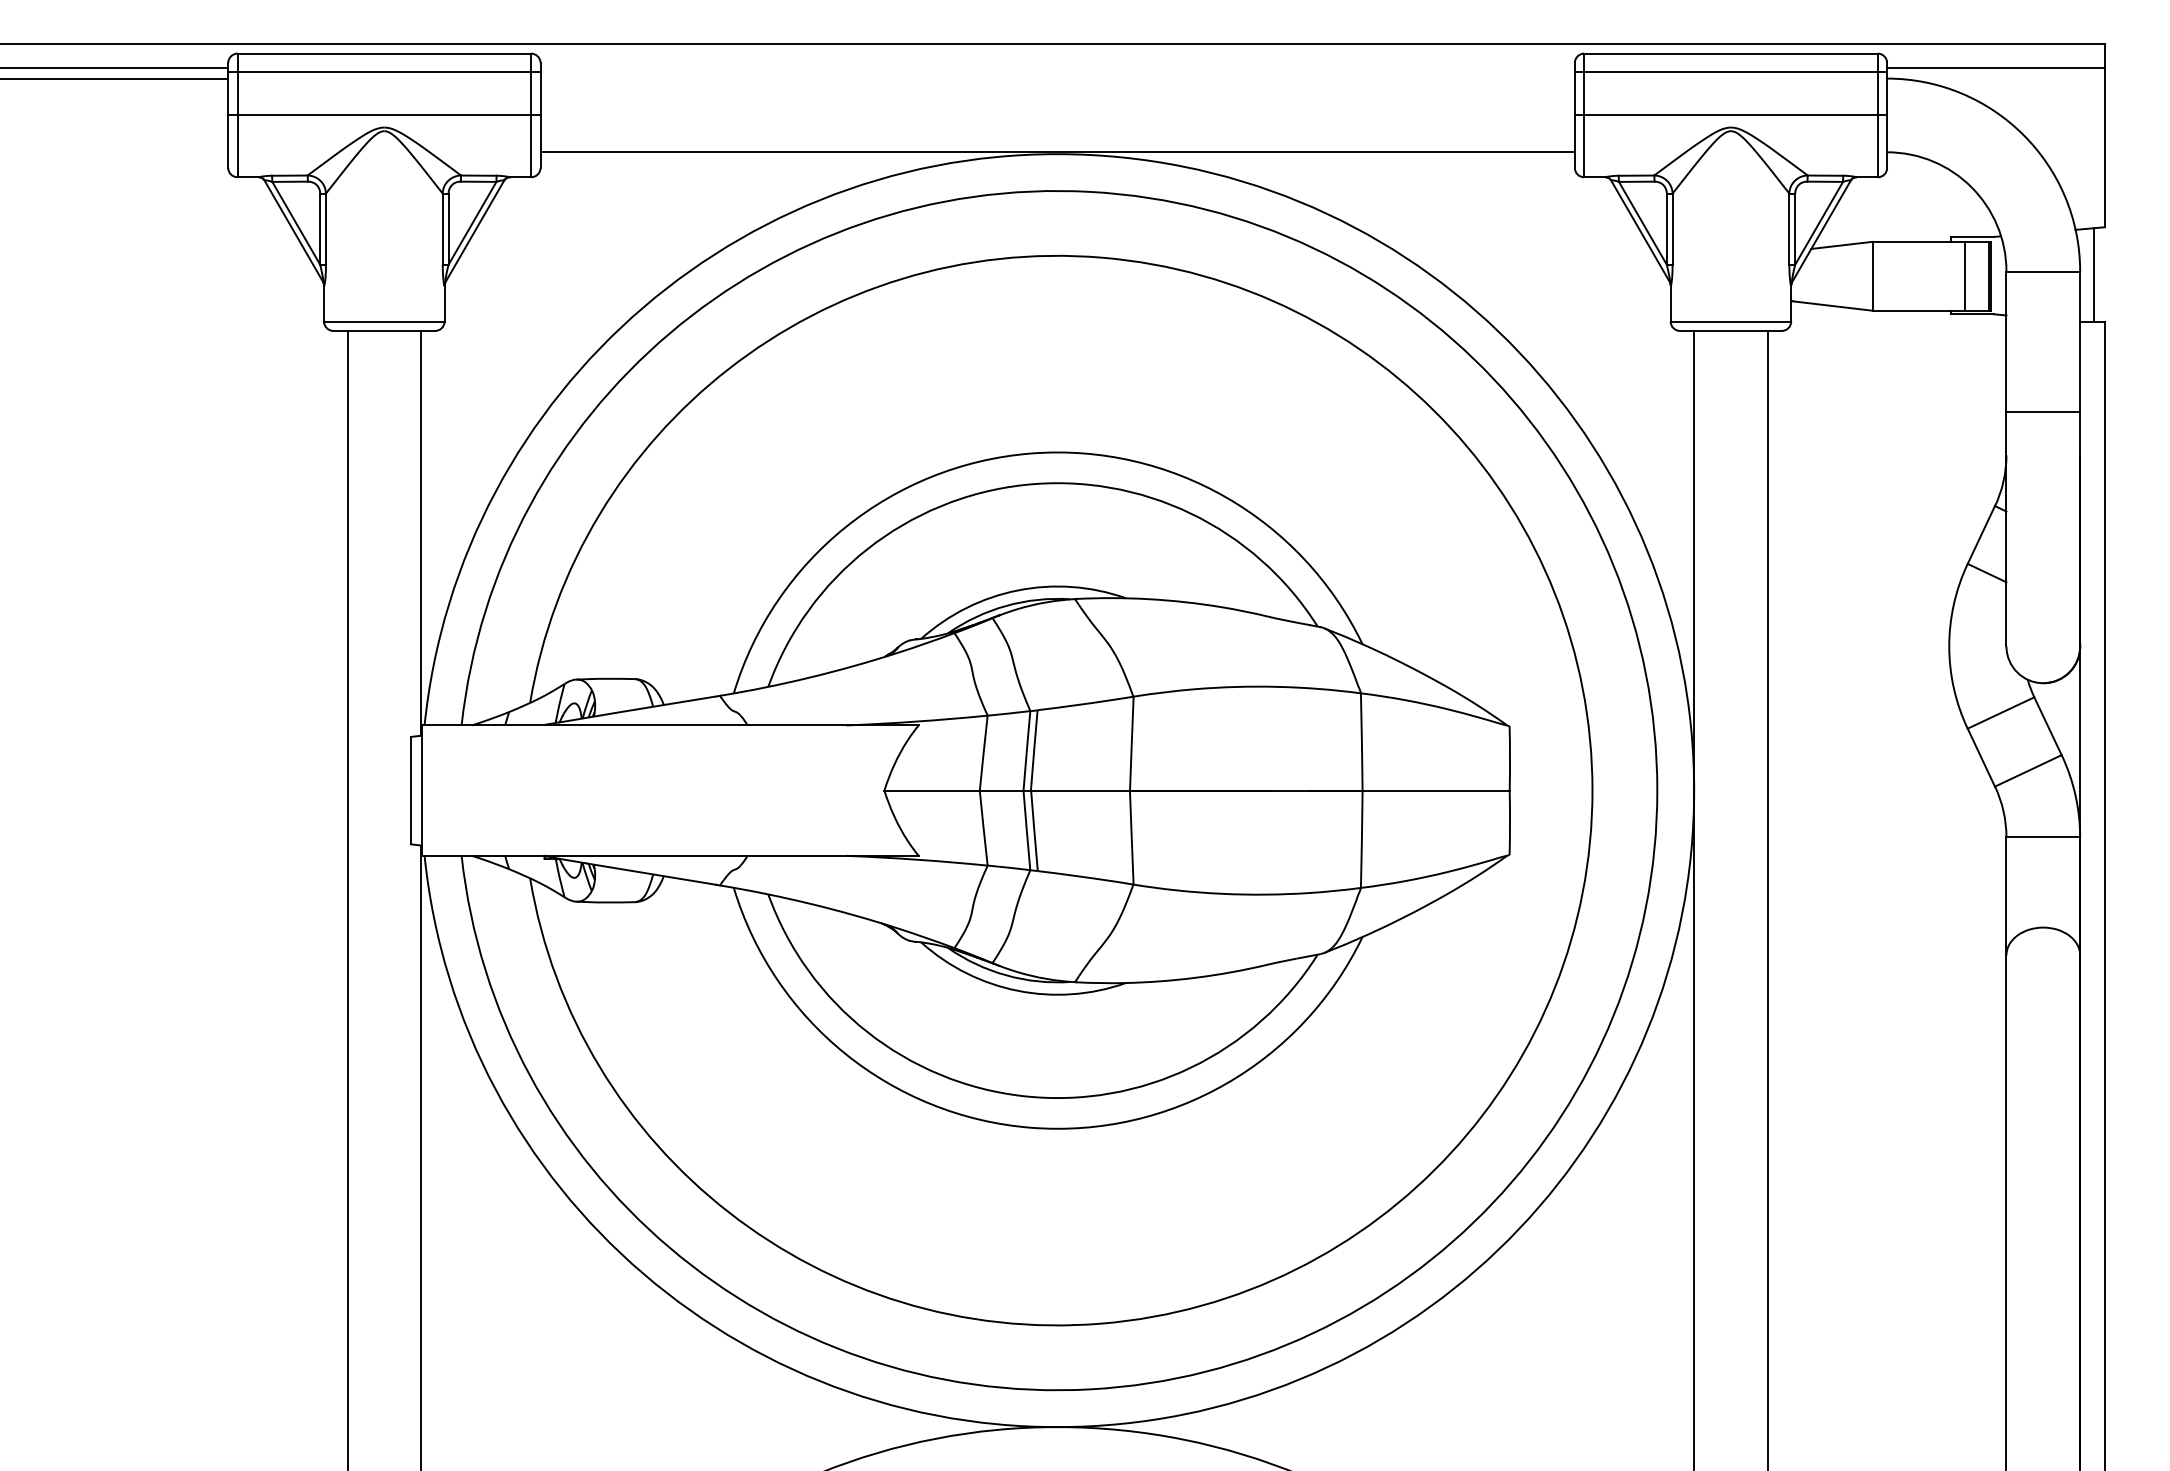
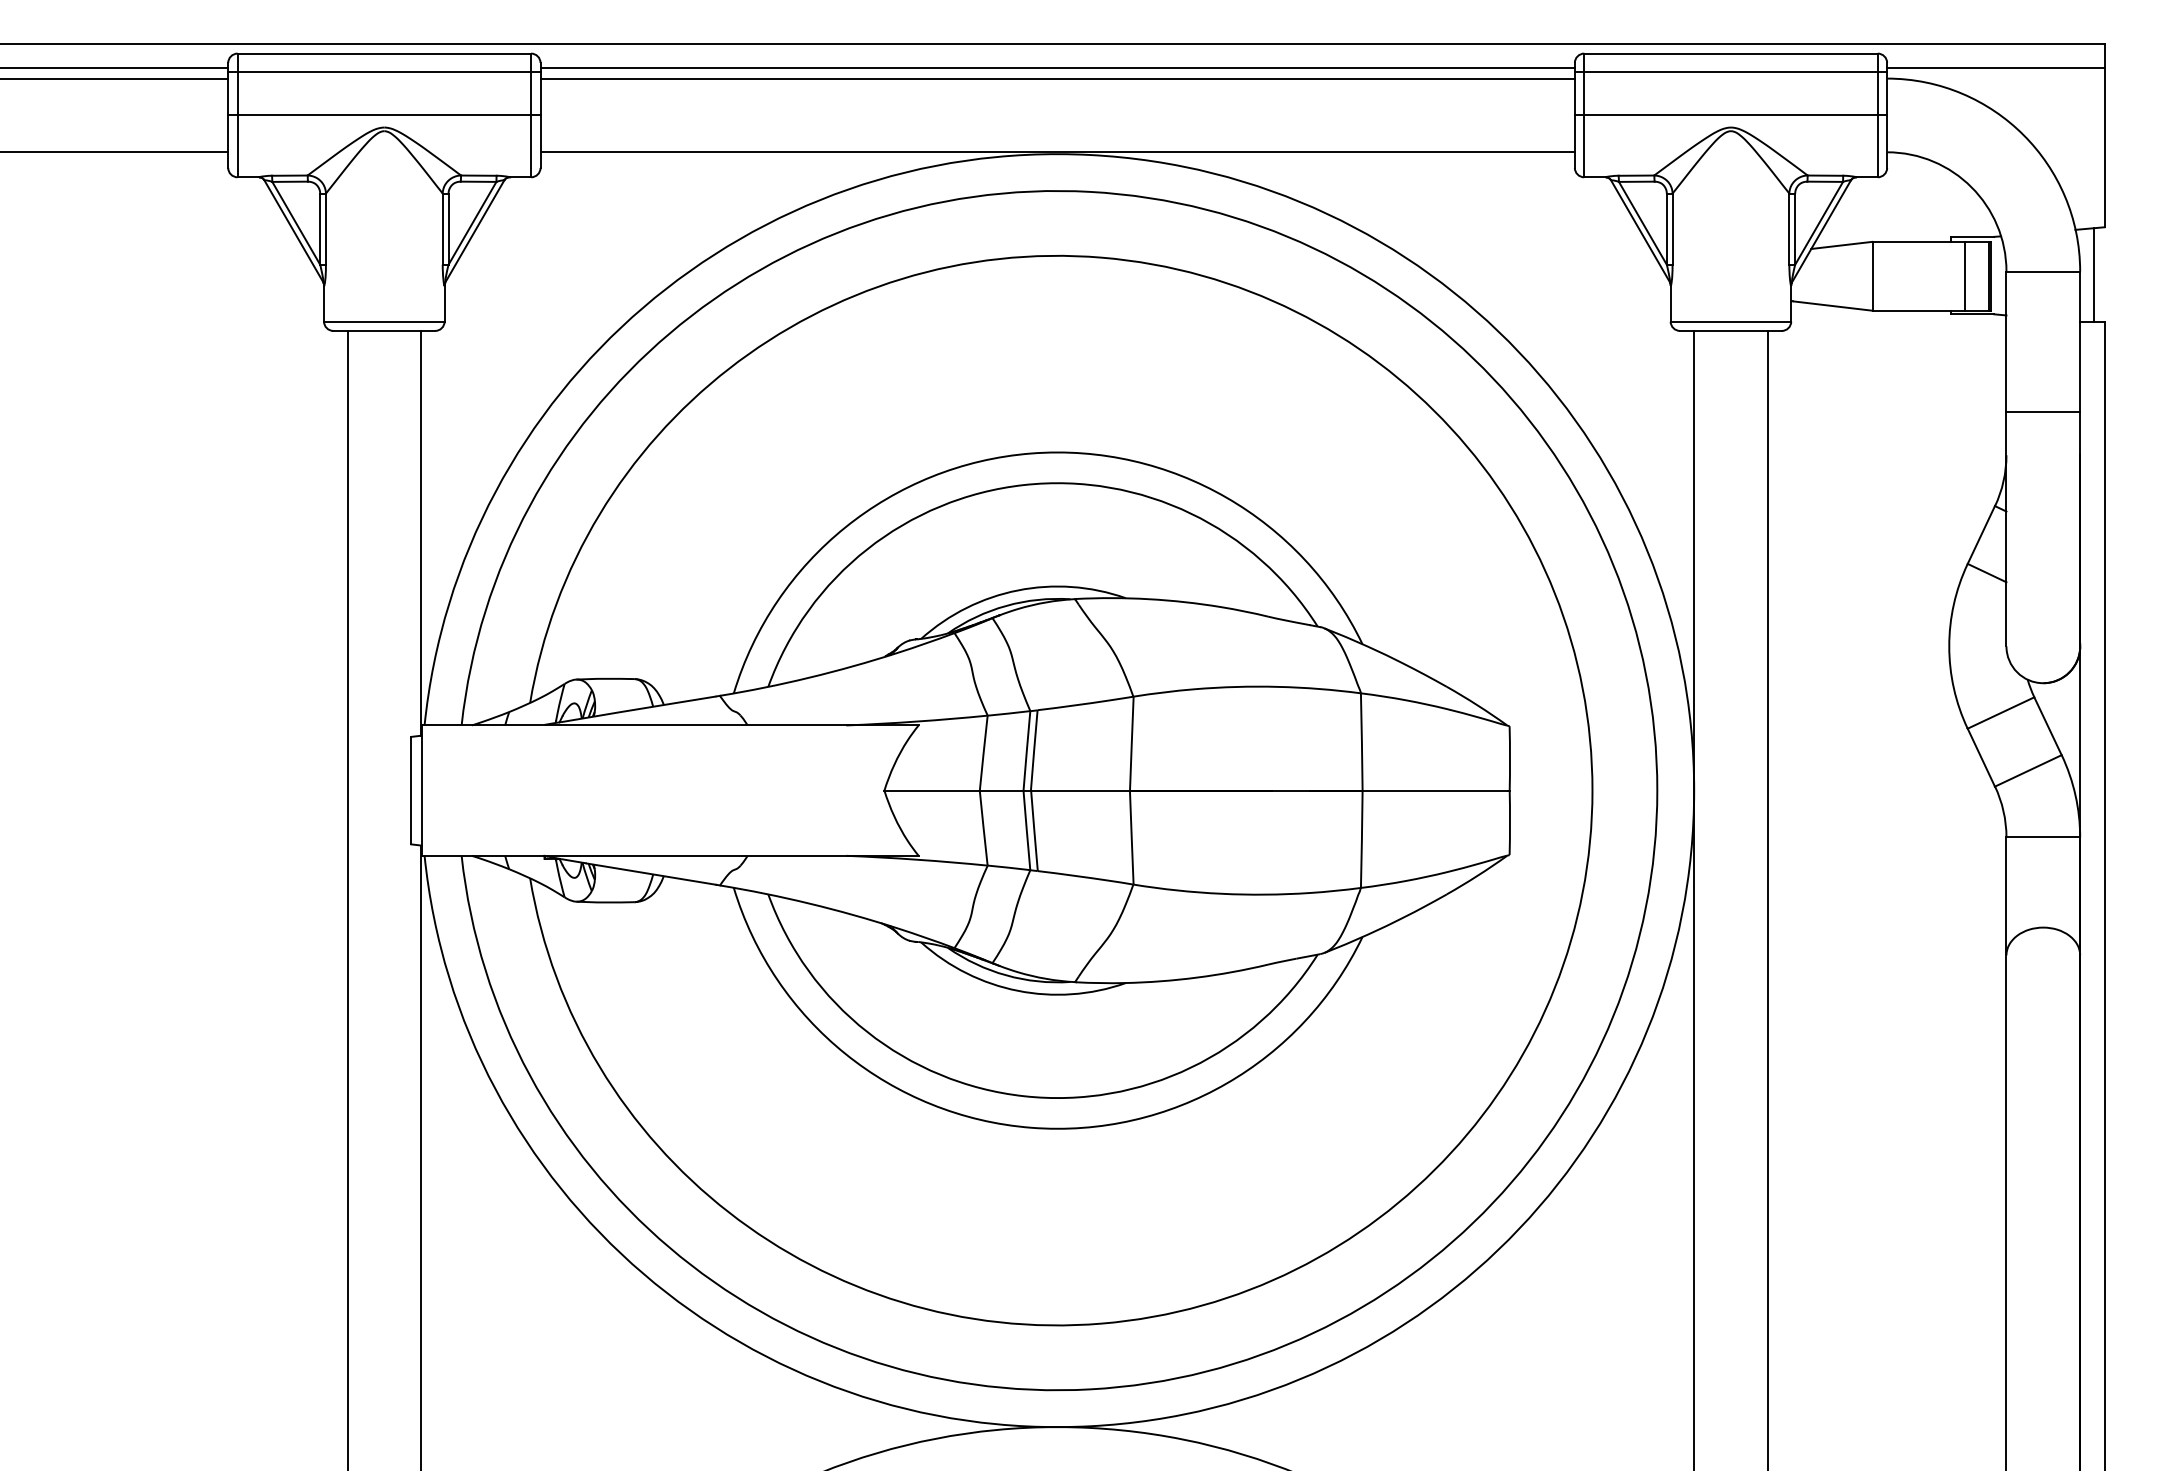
line at (1057, 68): none -> present
line at (1057, 78): none -> present
line at (115, 152): none -> present
